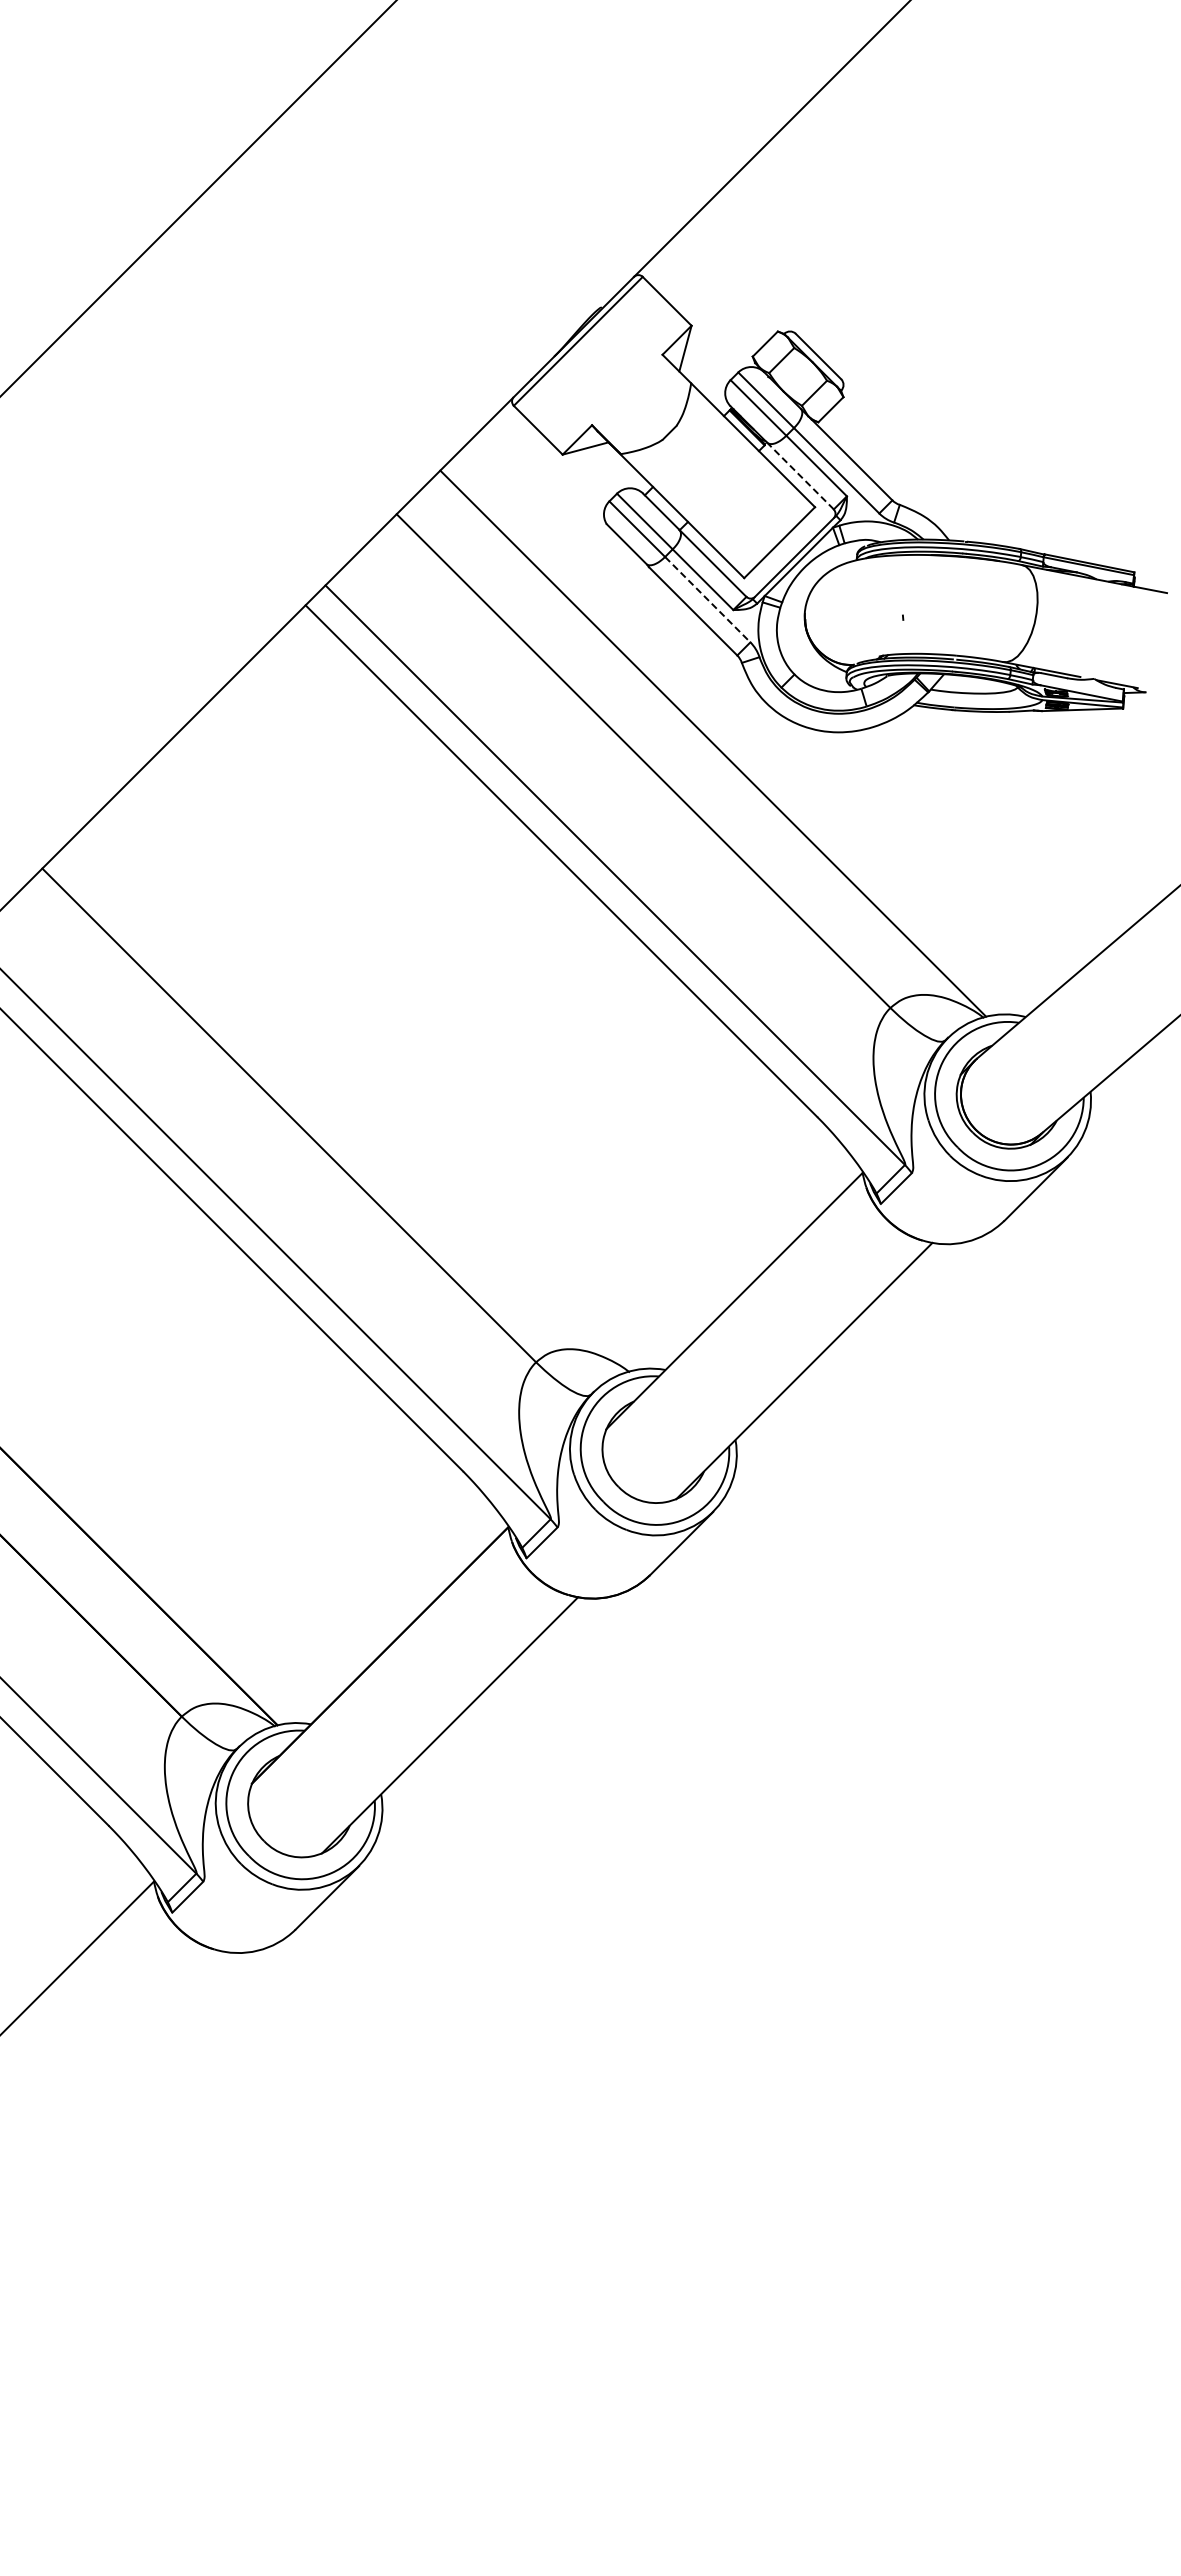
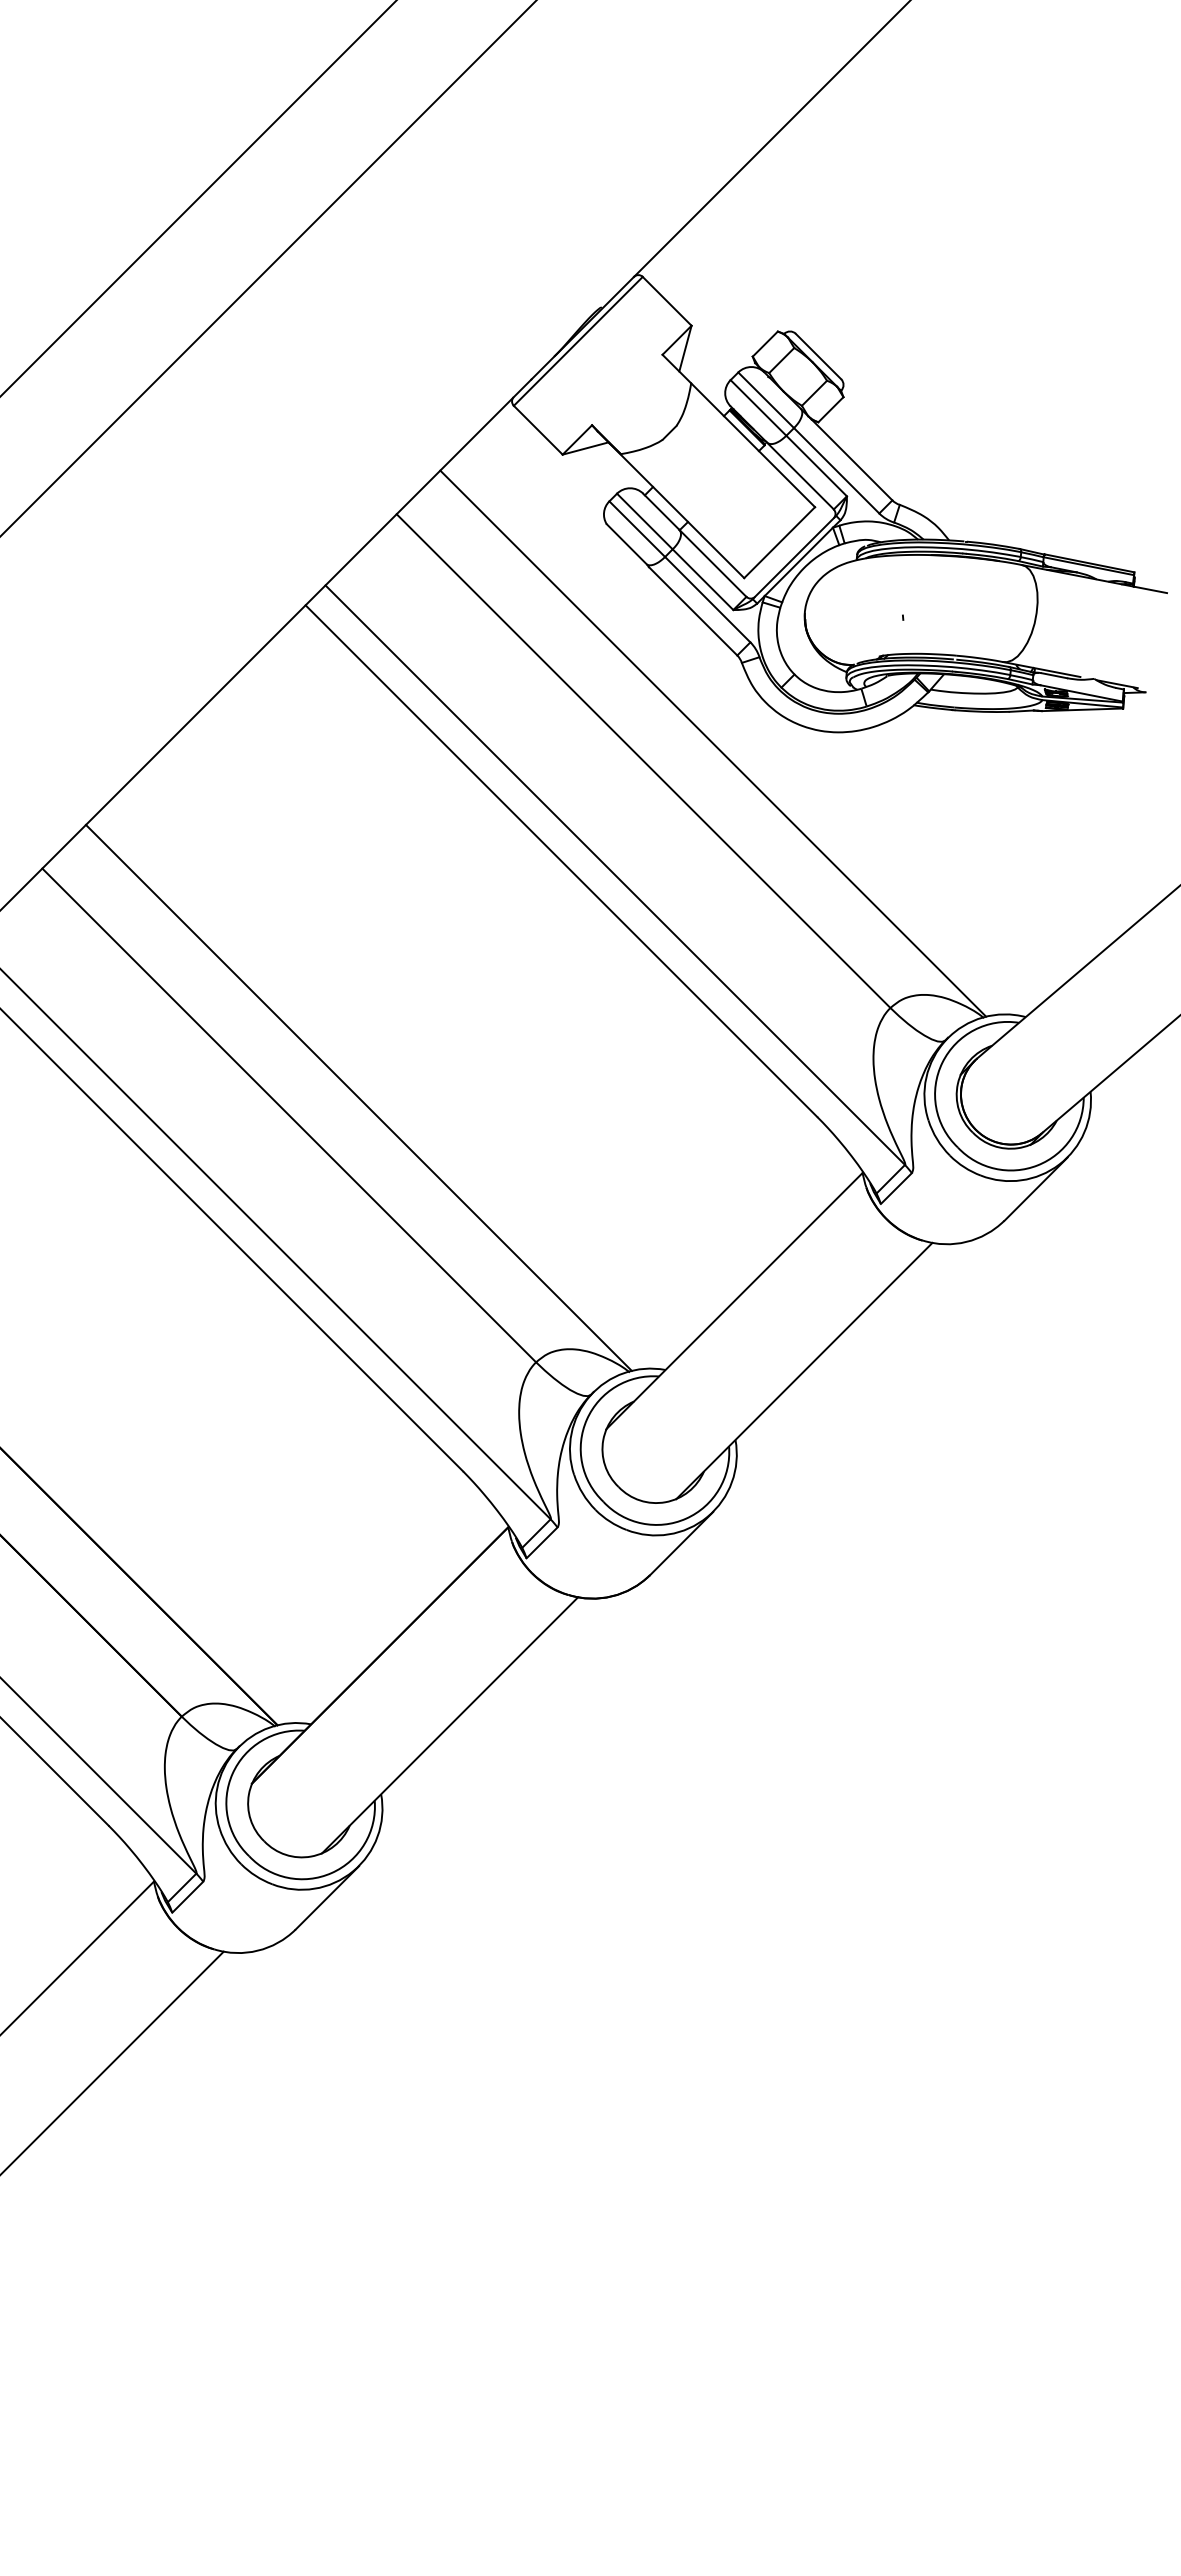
line at (268, 268): none -> present
line at (800, 475): dashed -> solid
line at (708, 600): dashed -> solid
line at (358, 1097): none -> present
line at (112, 2062): none -> present
